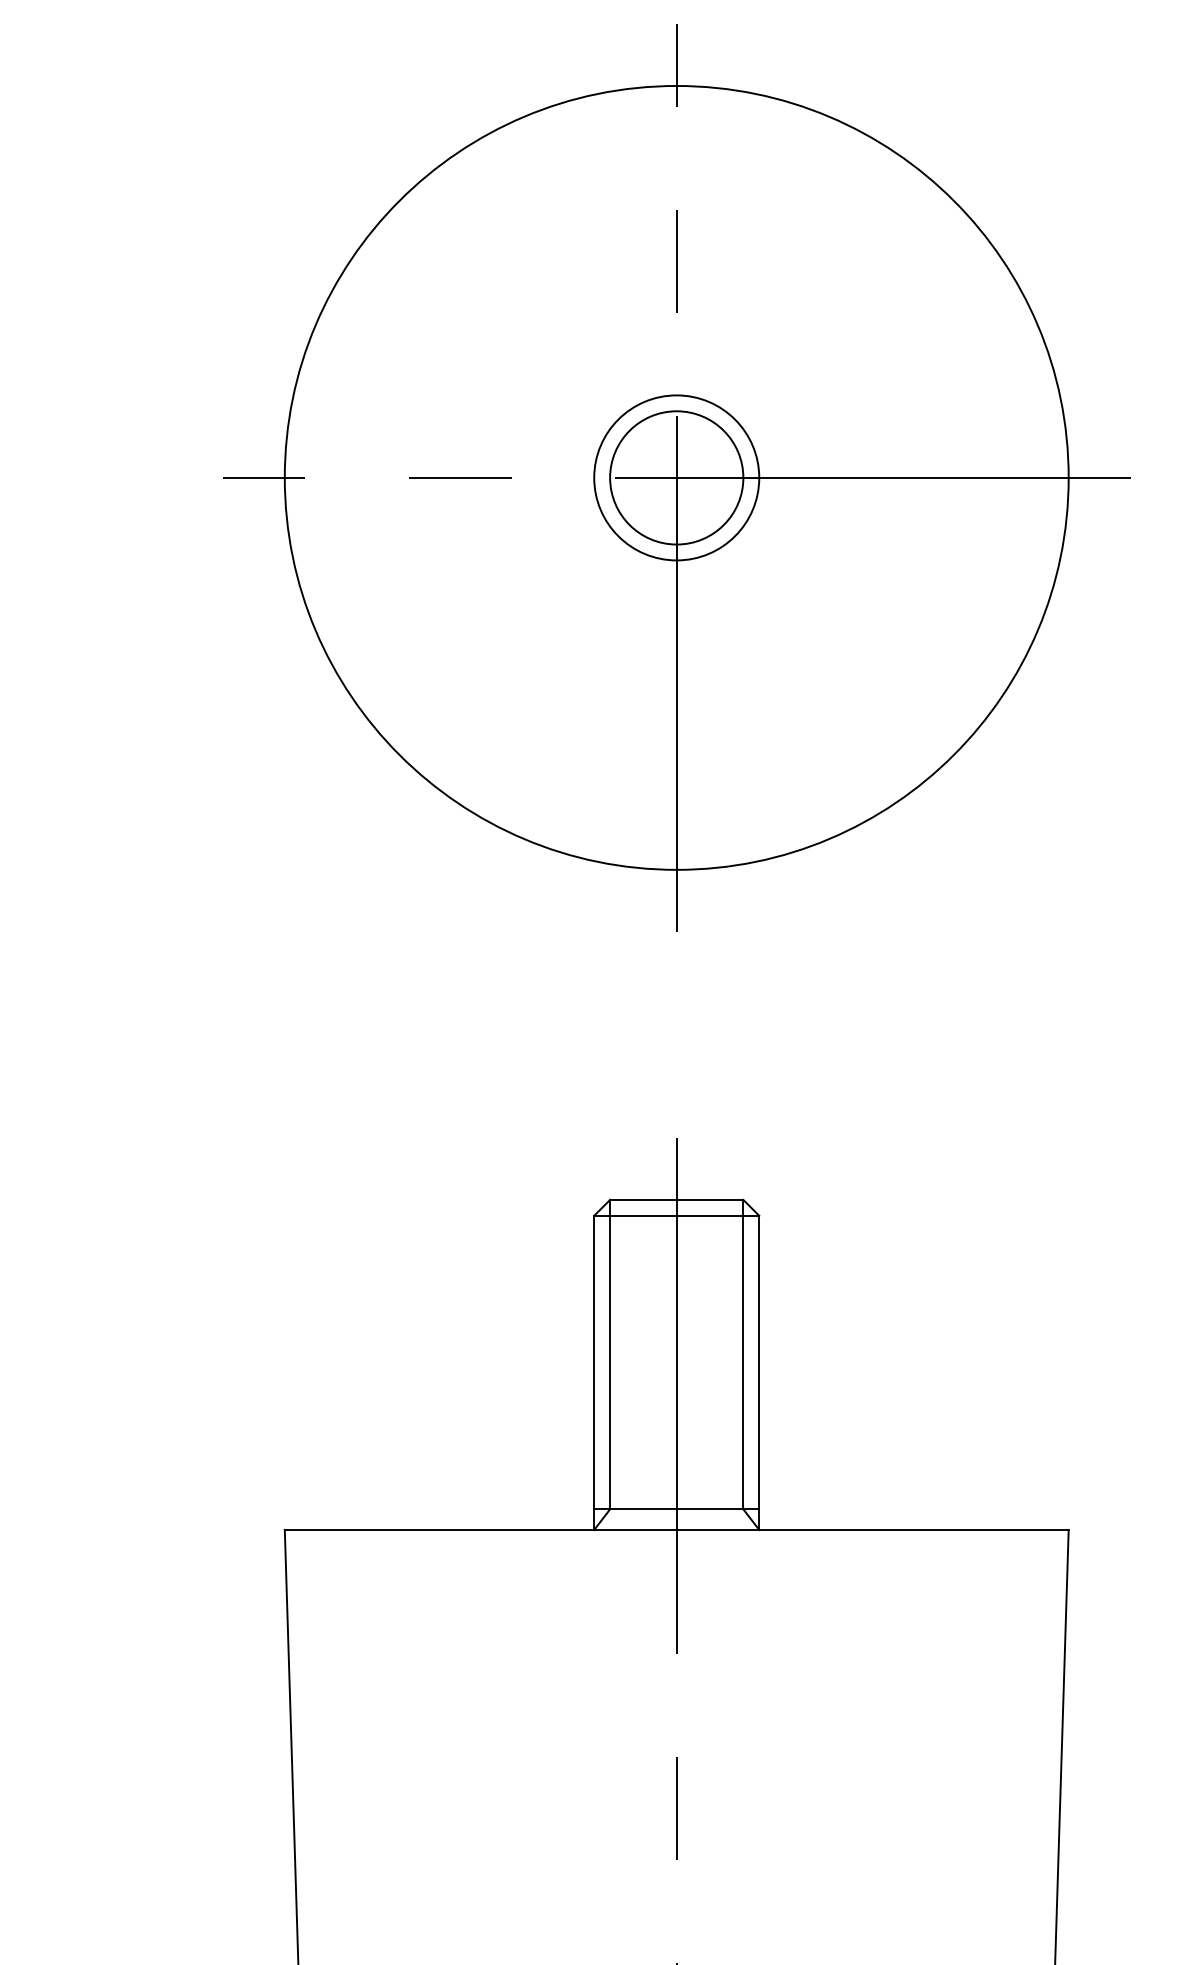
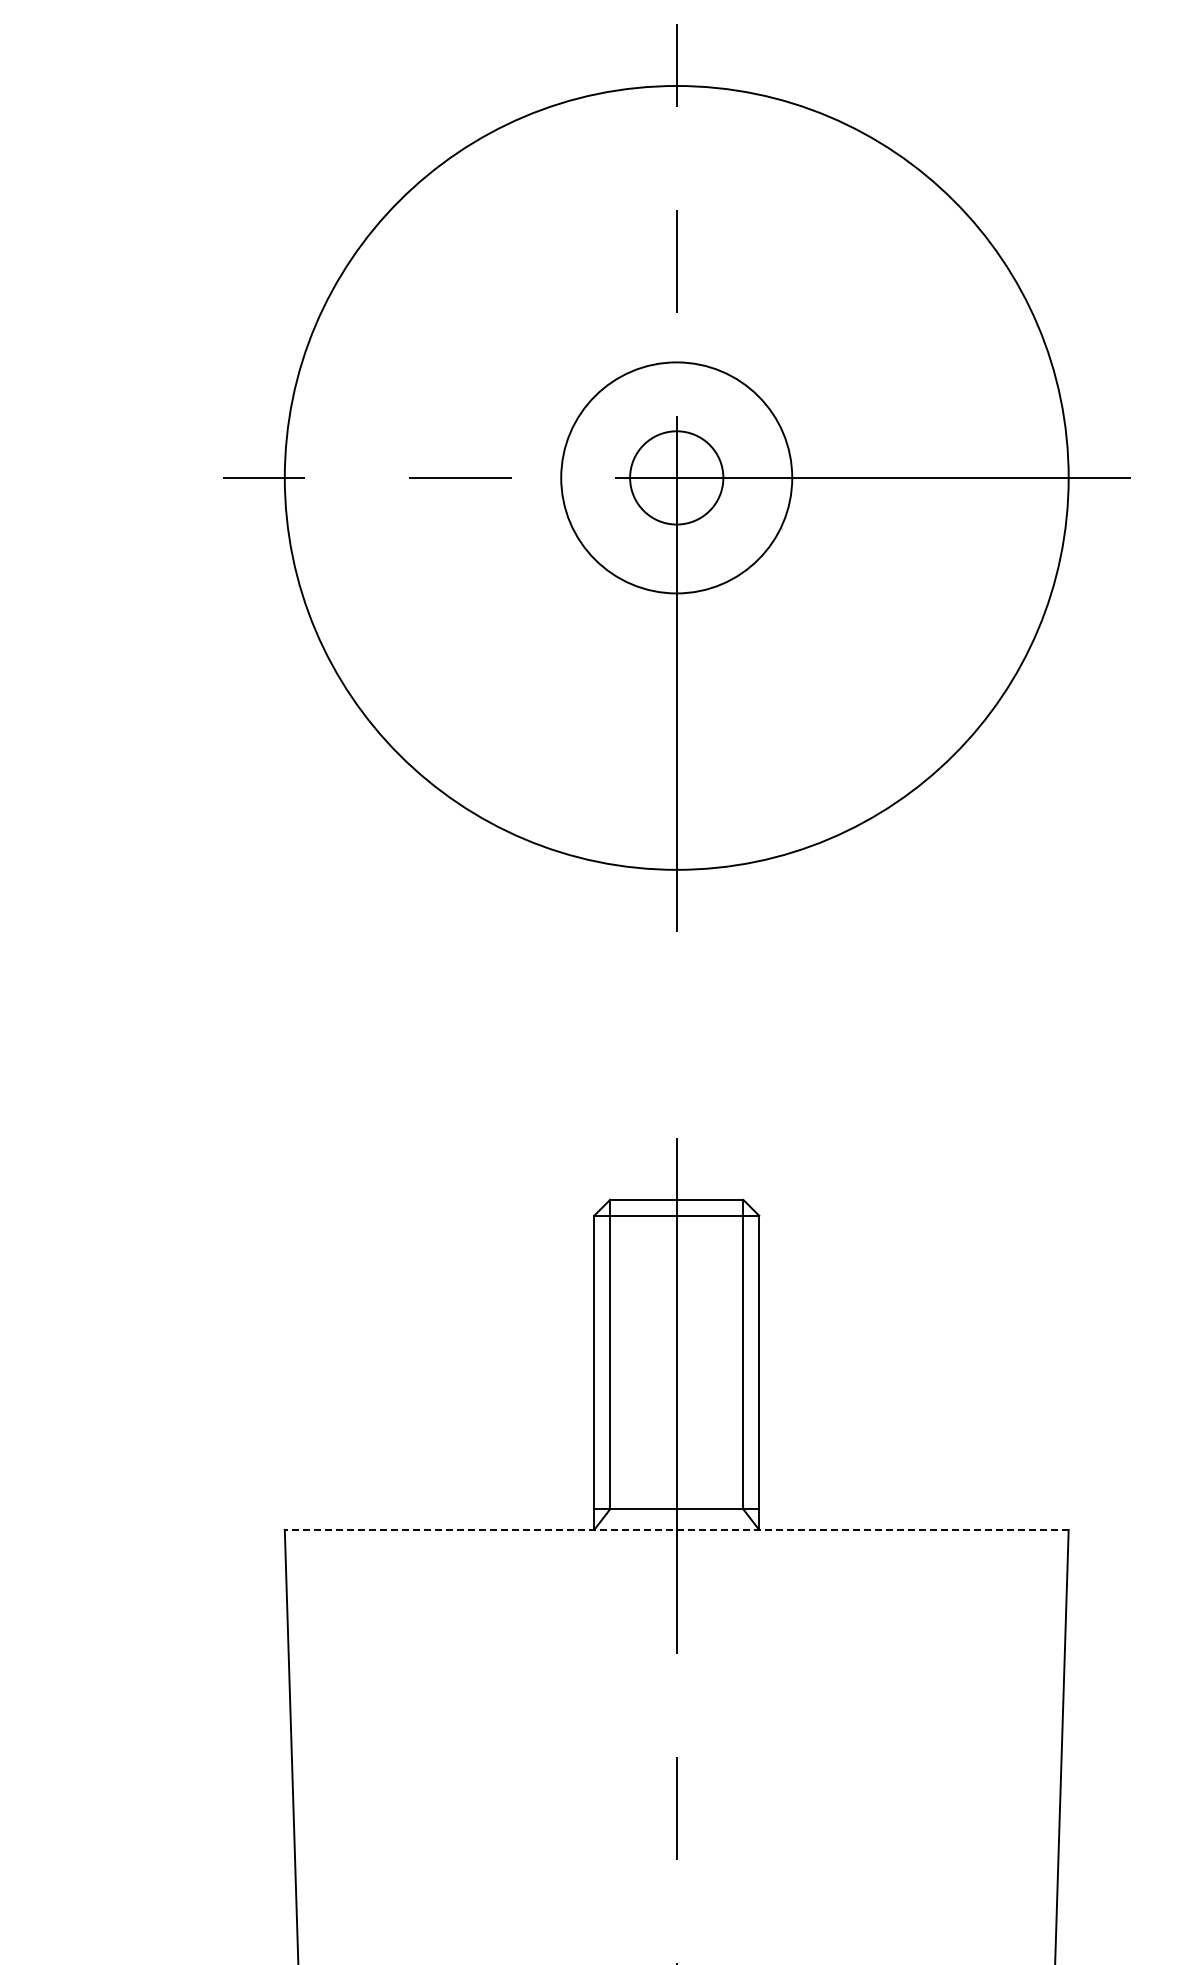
circle at (676, 477) diameter: 133 px -> 93 px
circle at (676, 477) diameter: 165 px -> 231 px
line at (676, 1529): solid -> dashed
